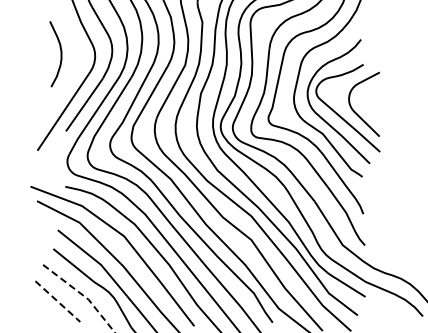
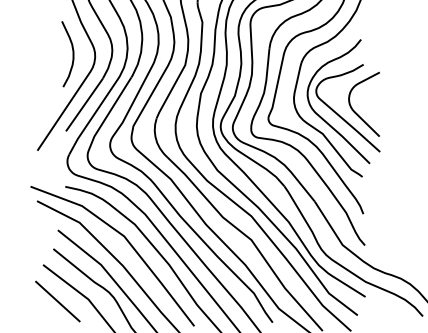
curve at (60, 54) position: (60, 54) -> (72, 54)
line at (83, 295): dashed -> solid
line at (58, 301): dashed -> solid
